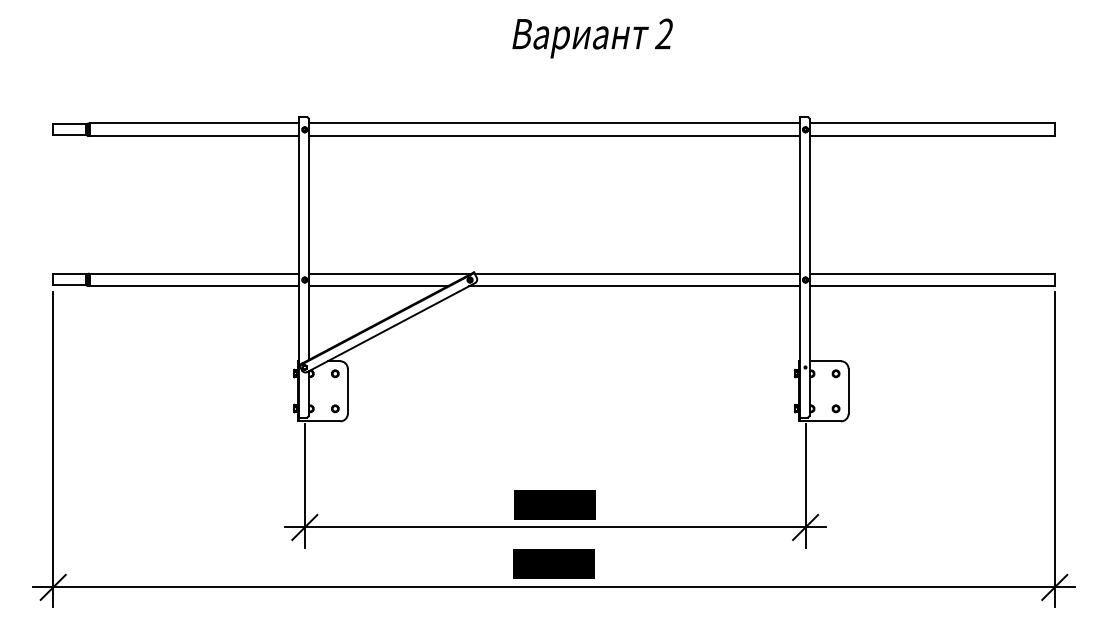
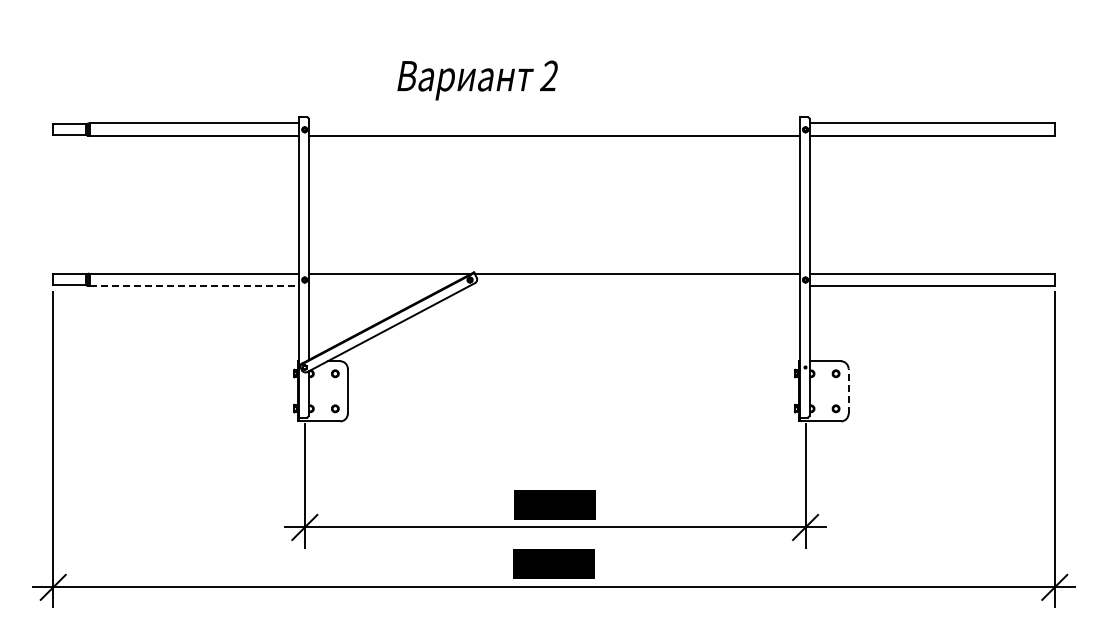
text at (592, 38) position: (592, 38) -> (477, 80)
line at (553, 123): present -> none
line at (194, 286): solid -> dashed
line at (377, 286): present -> none
line at (634, 286): present -> none
line at (848, 391): solid -> dashed
